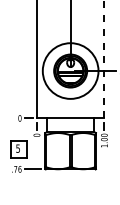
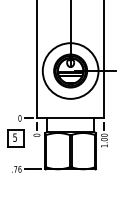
line at (104, 59): dashed -> solid
part at (18, 149) position: (18, 149) -> (15, 138)
